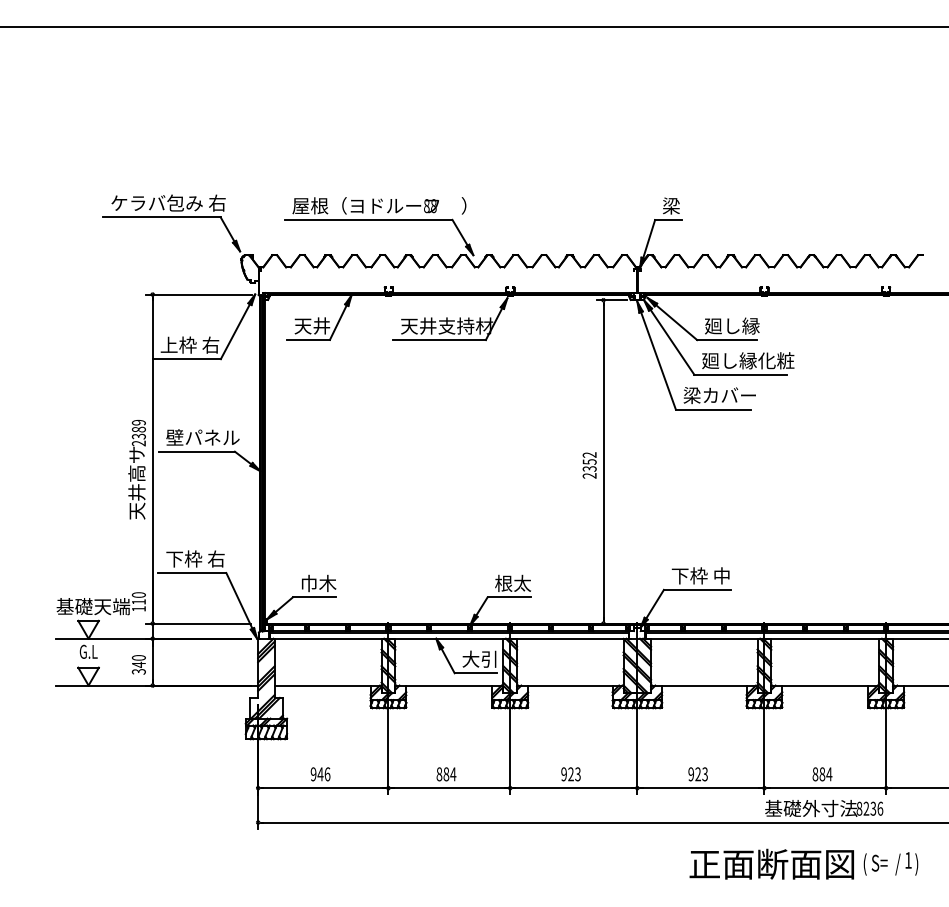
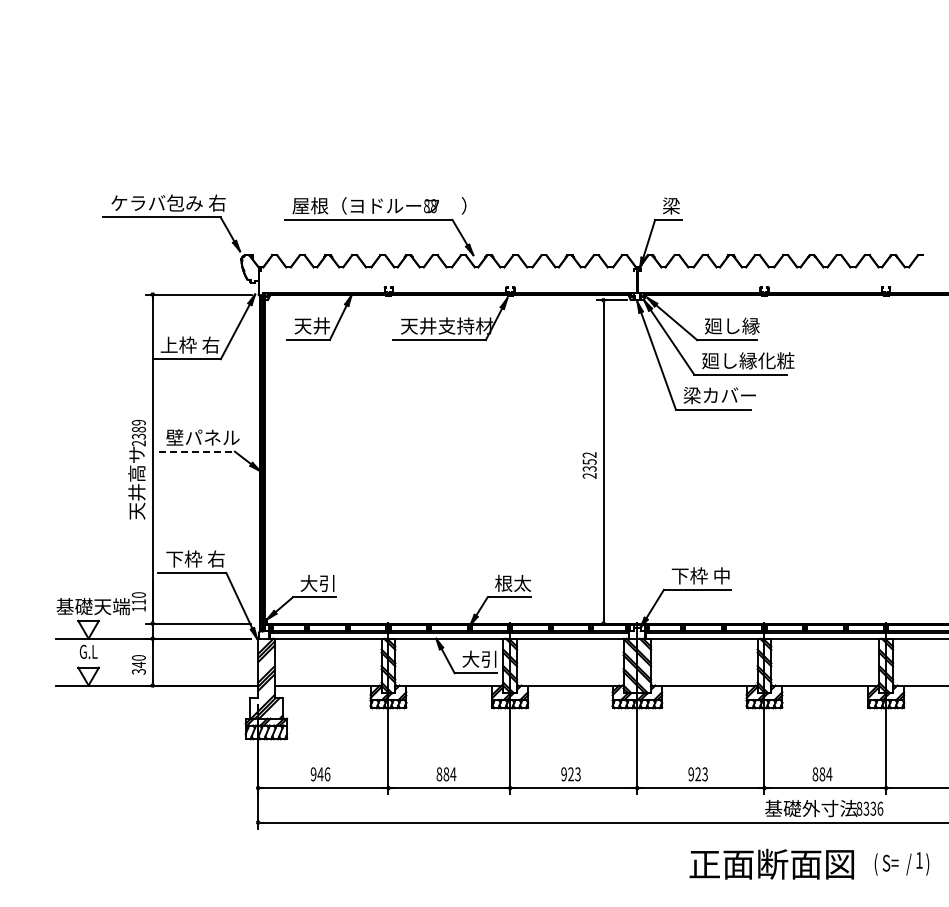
line at (473, 27): present -> none
line at (197, 451): solid -> dashed
text at (318, 583): 巾木 -> 大引
text at (866, 809): 8236 -> 8336
text at (890, 863) position: (890, 863) -> (901, 863)
